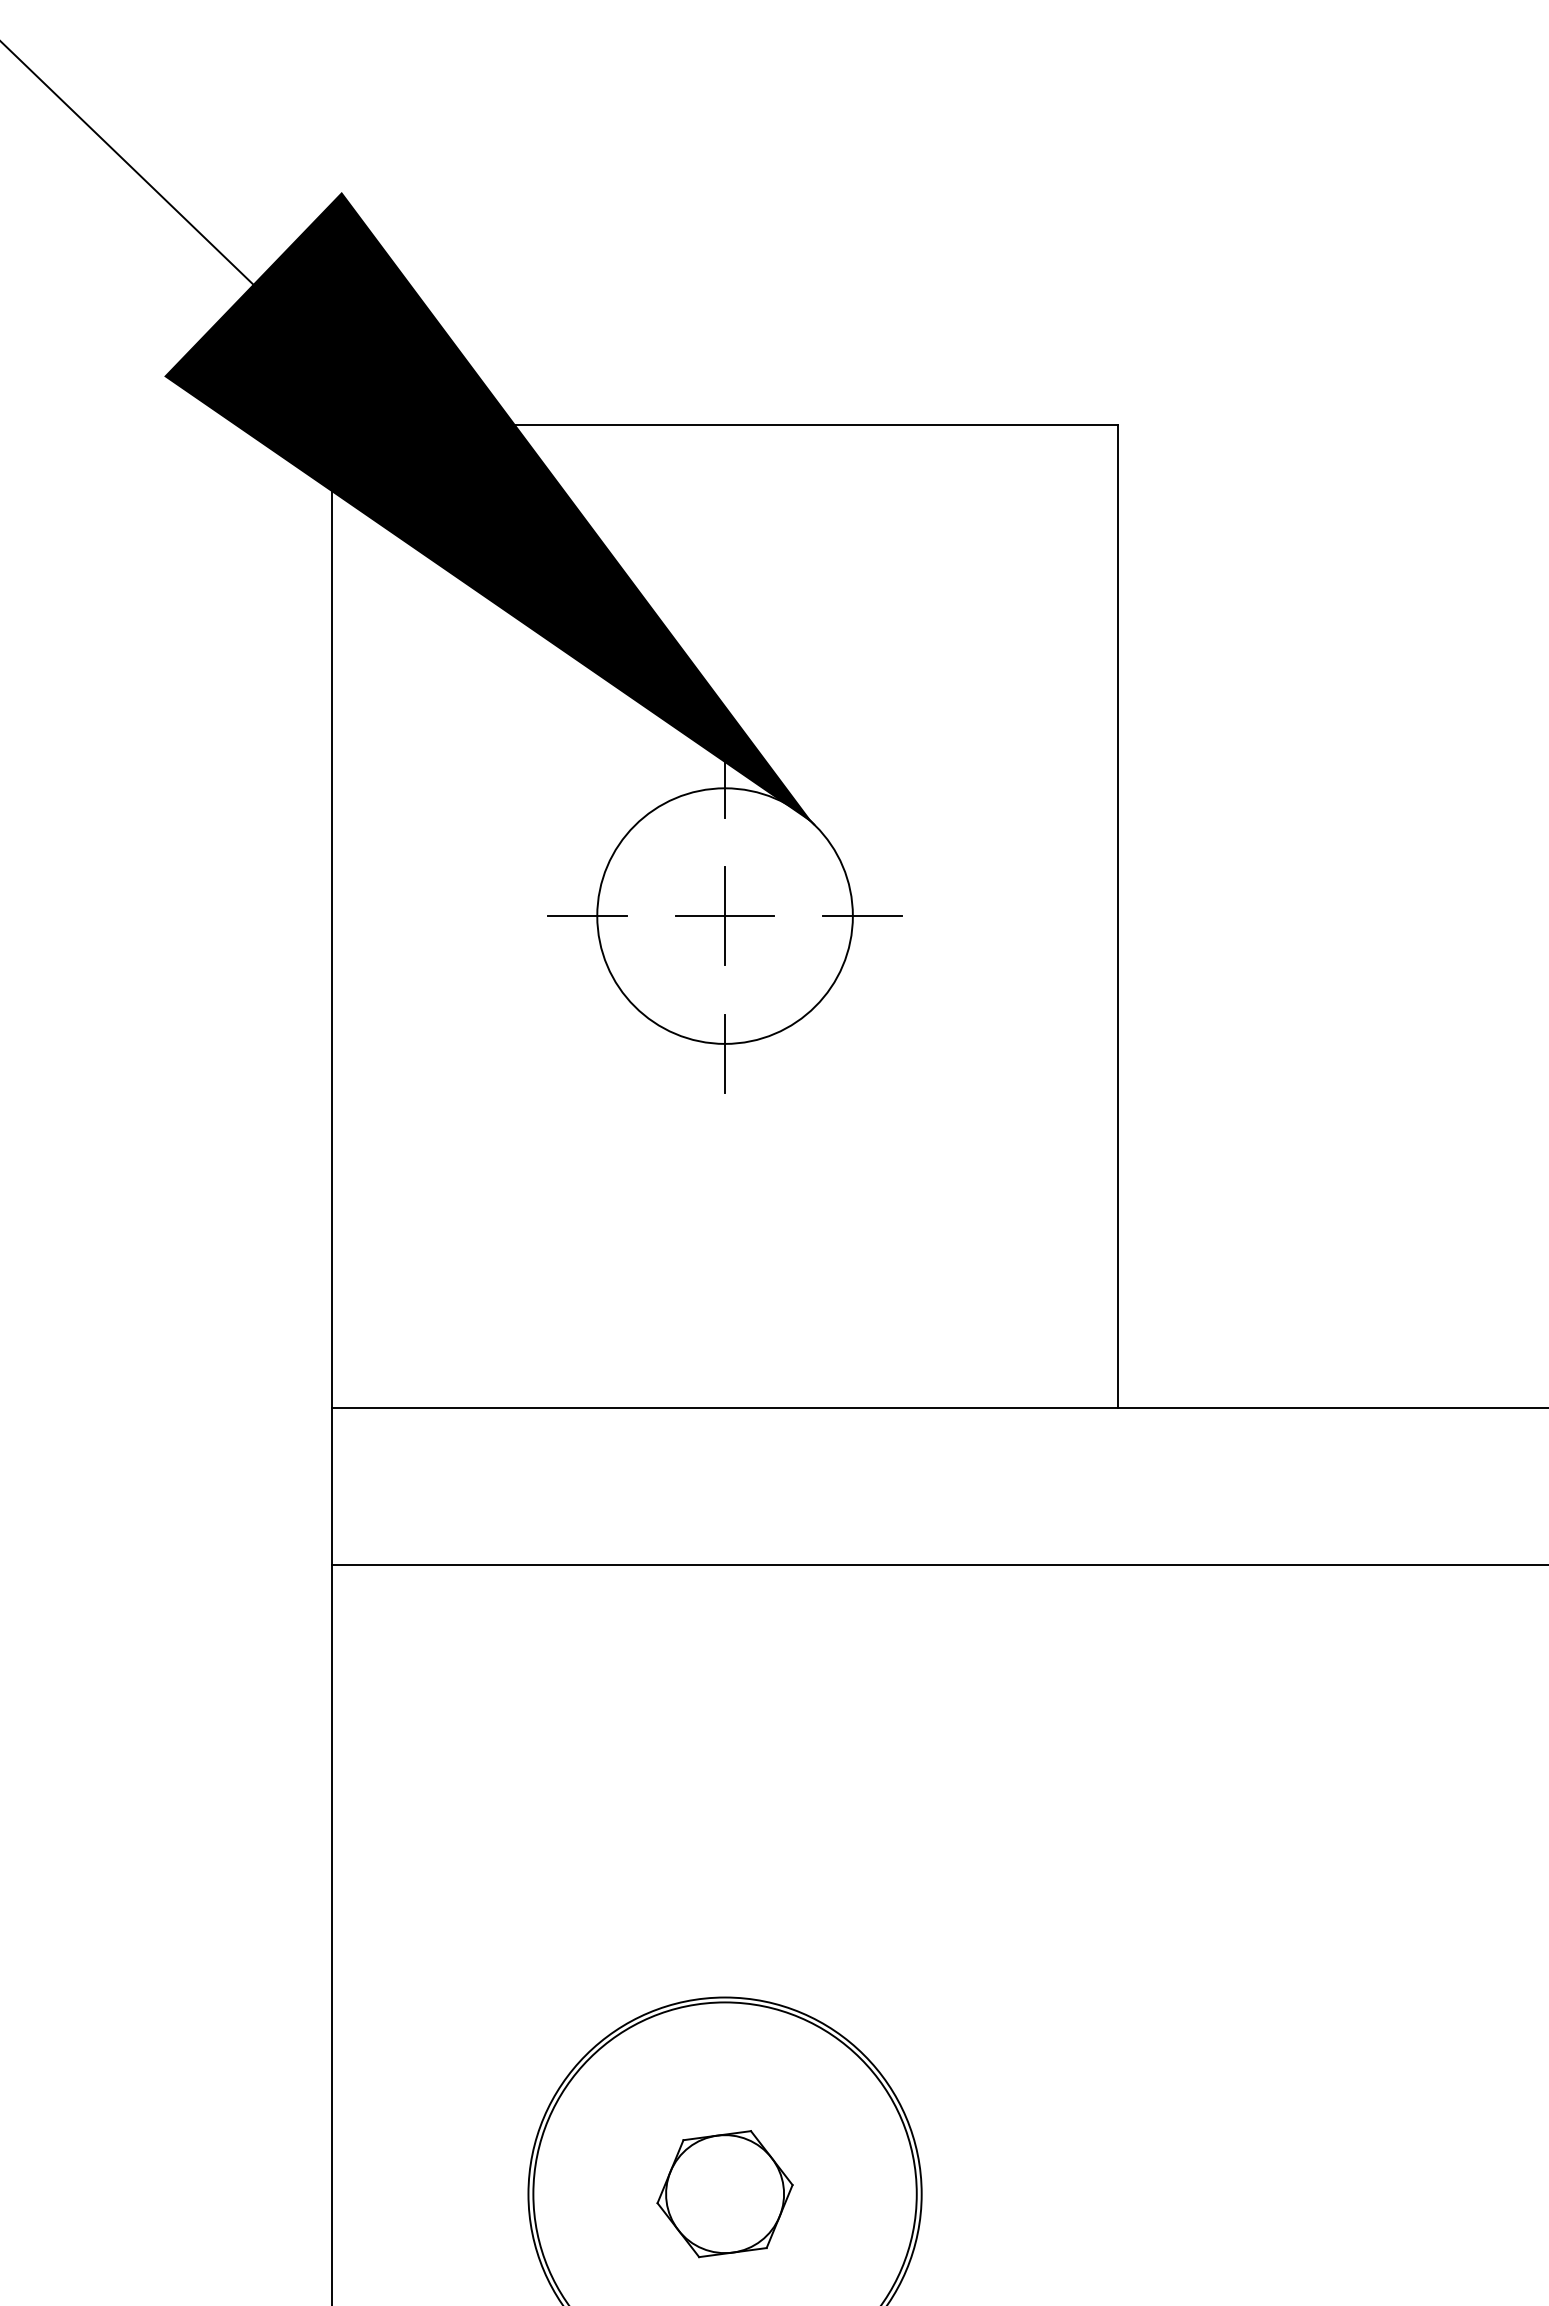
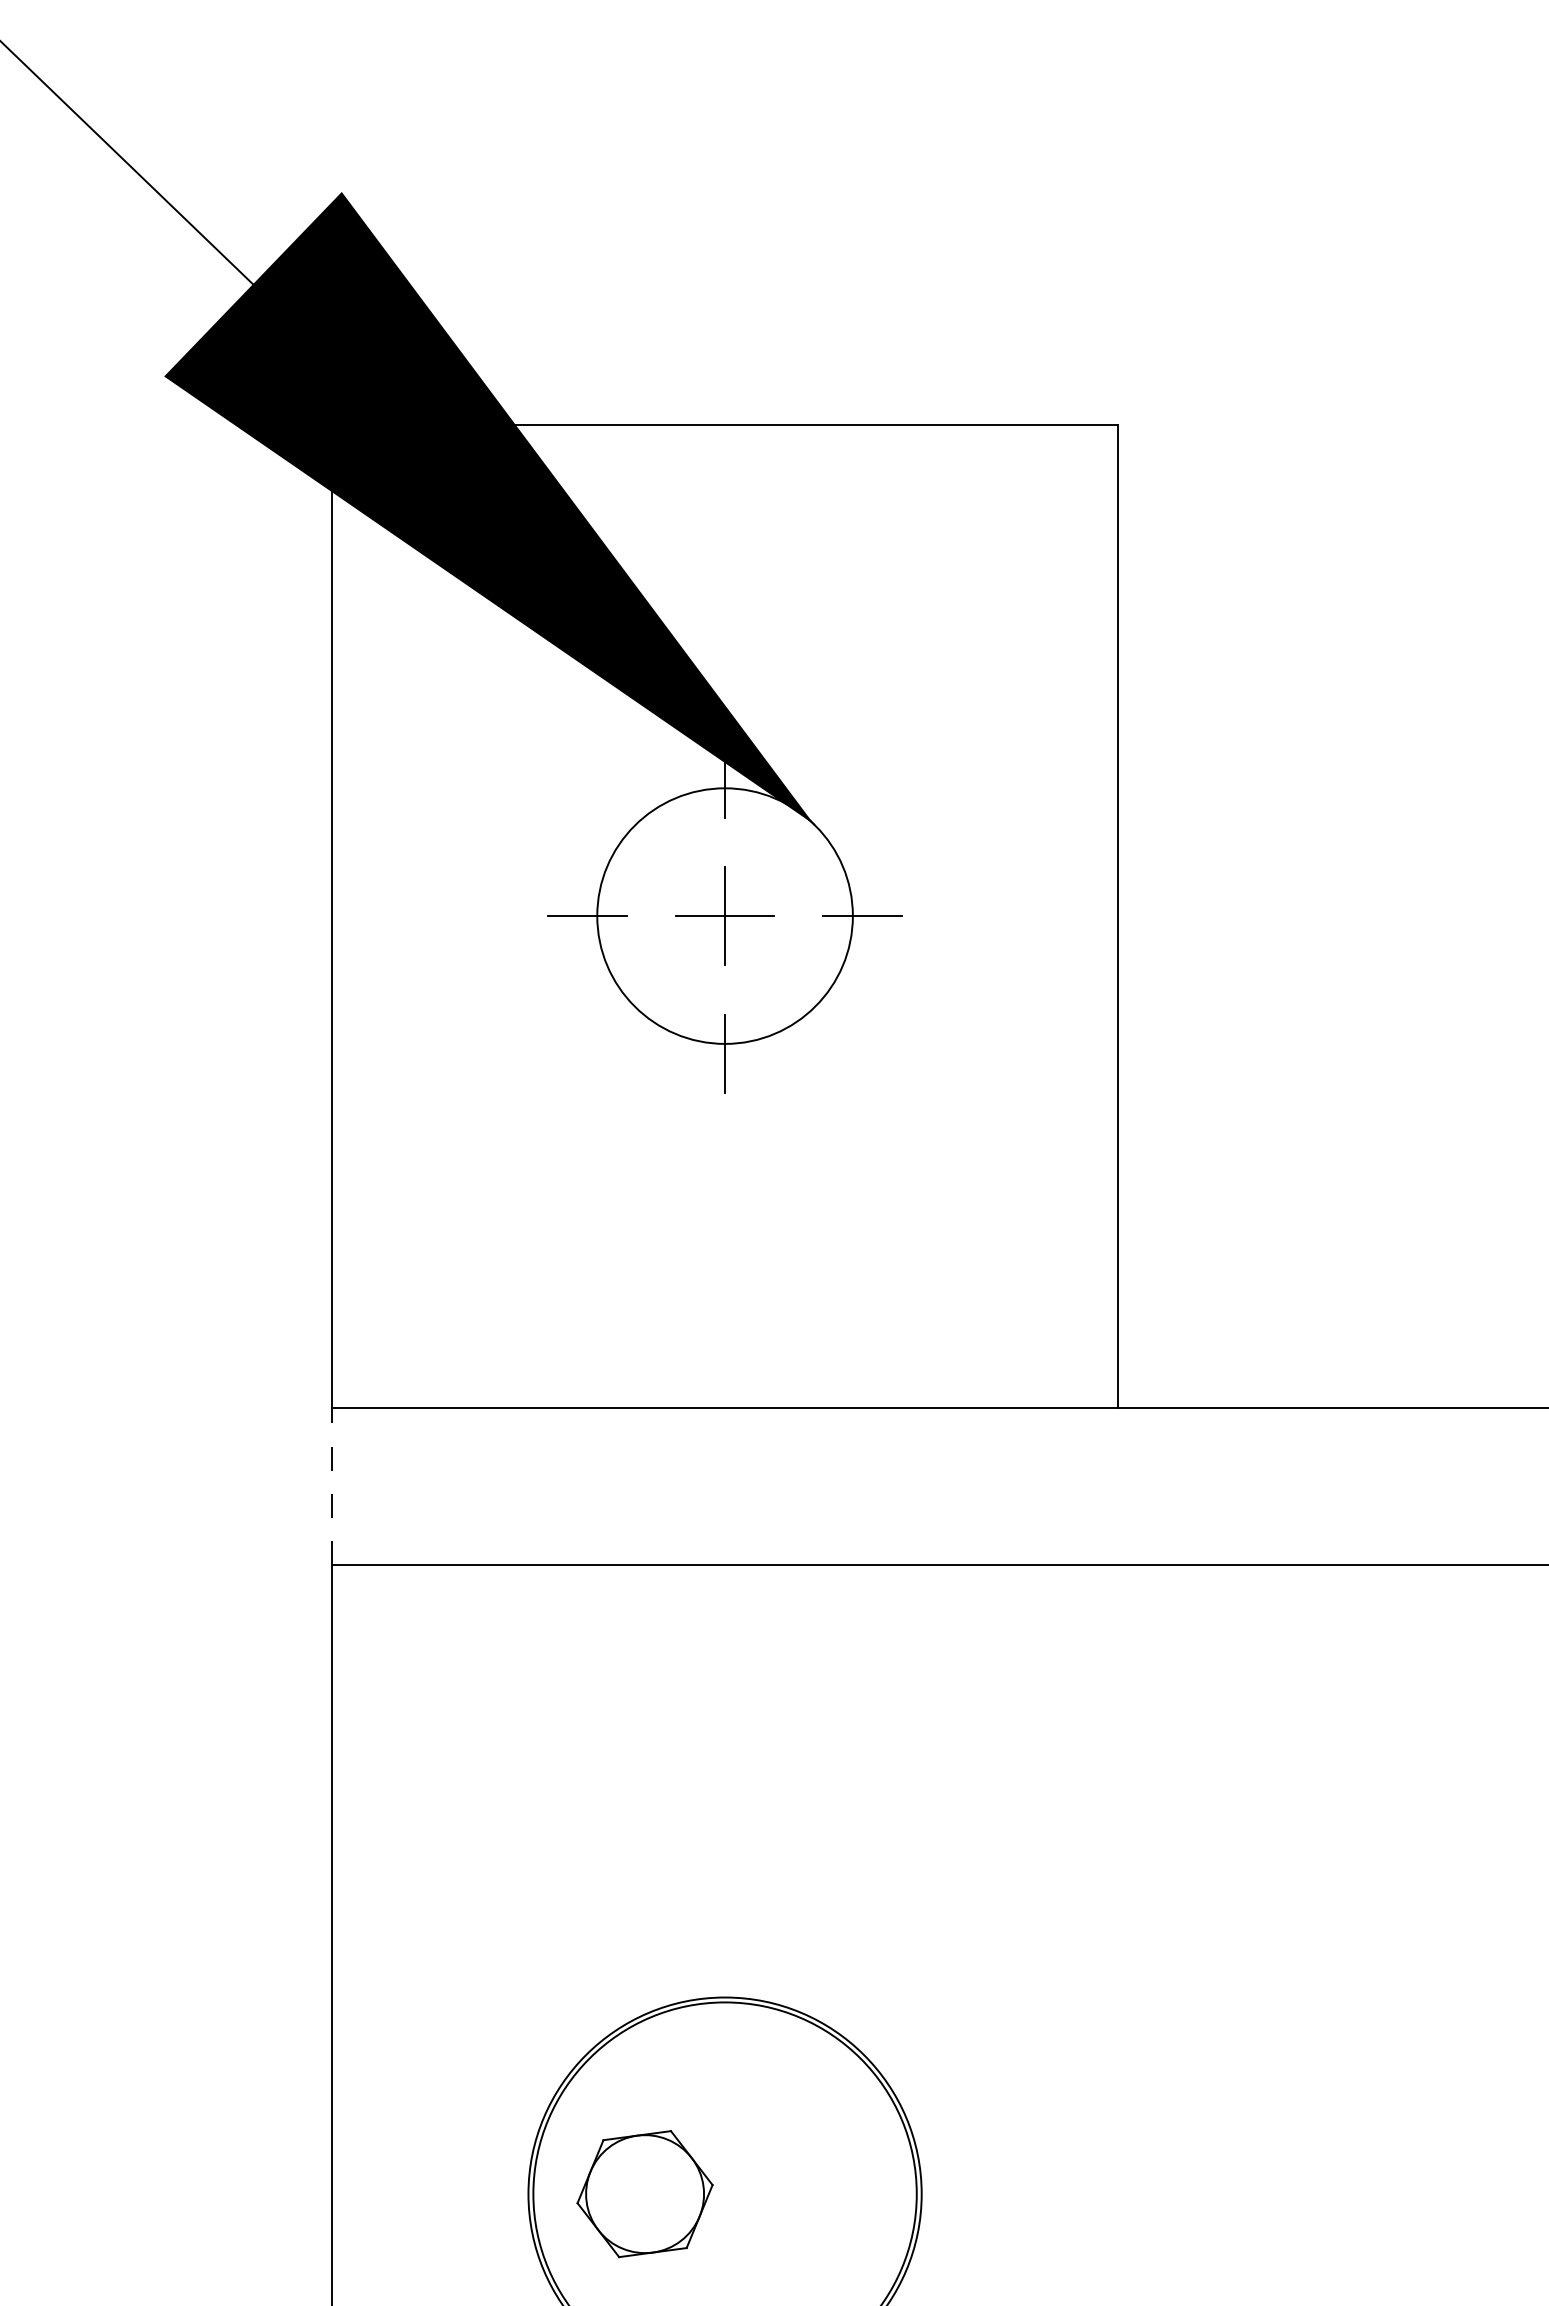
line at (331, 1486): solid -> dashed
part at (724, 2194) position: (724, 2194) -> (644, 2194)
